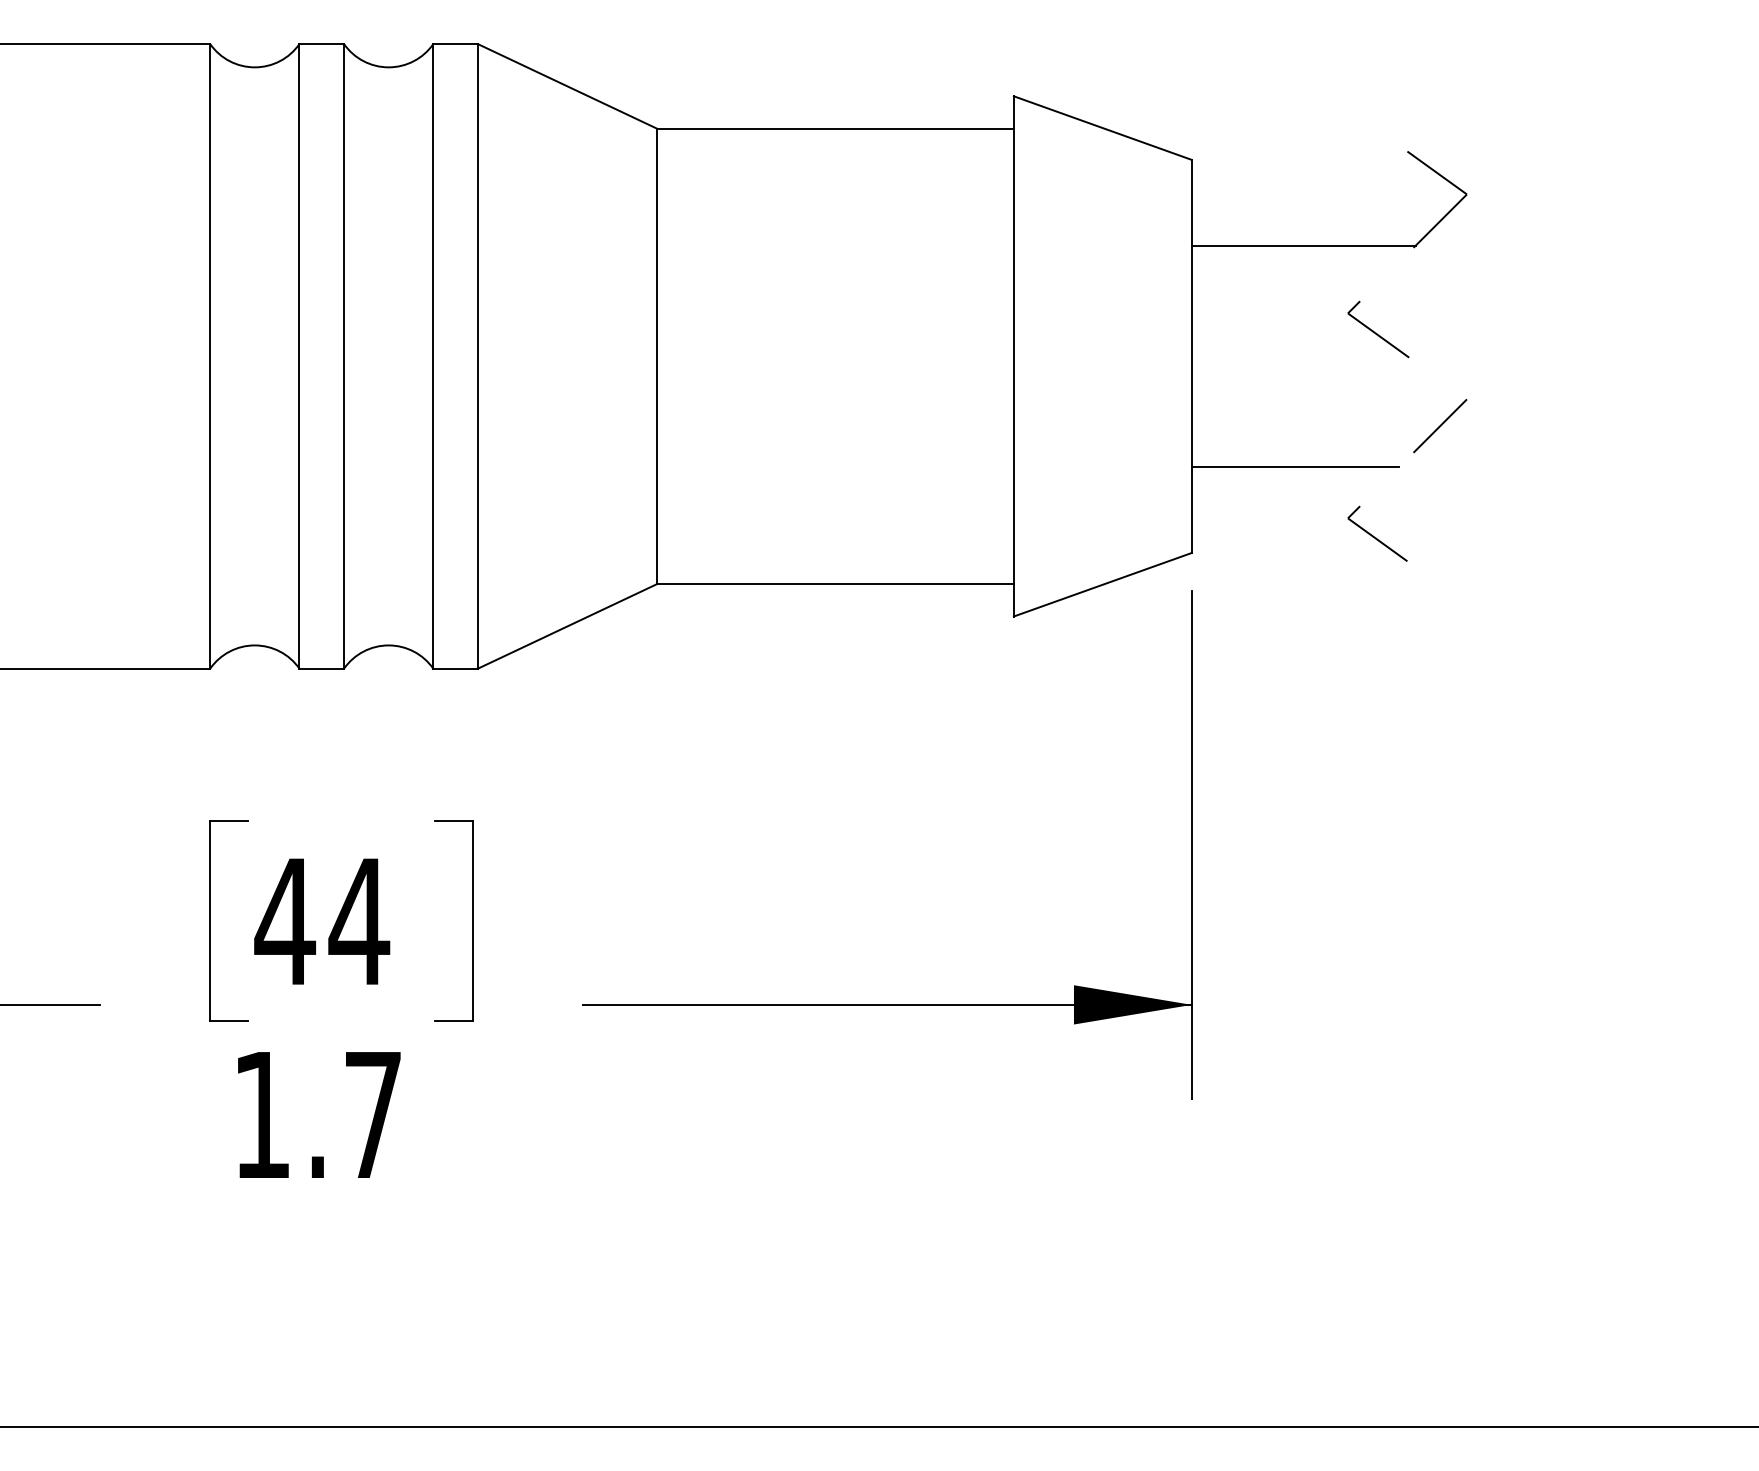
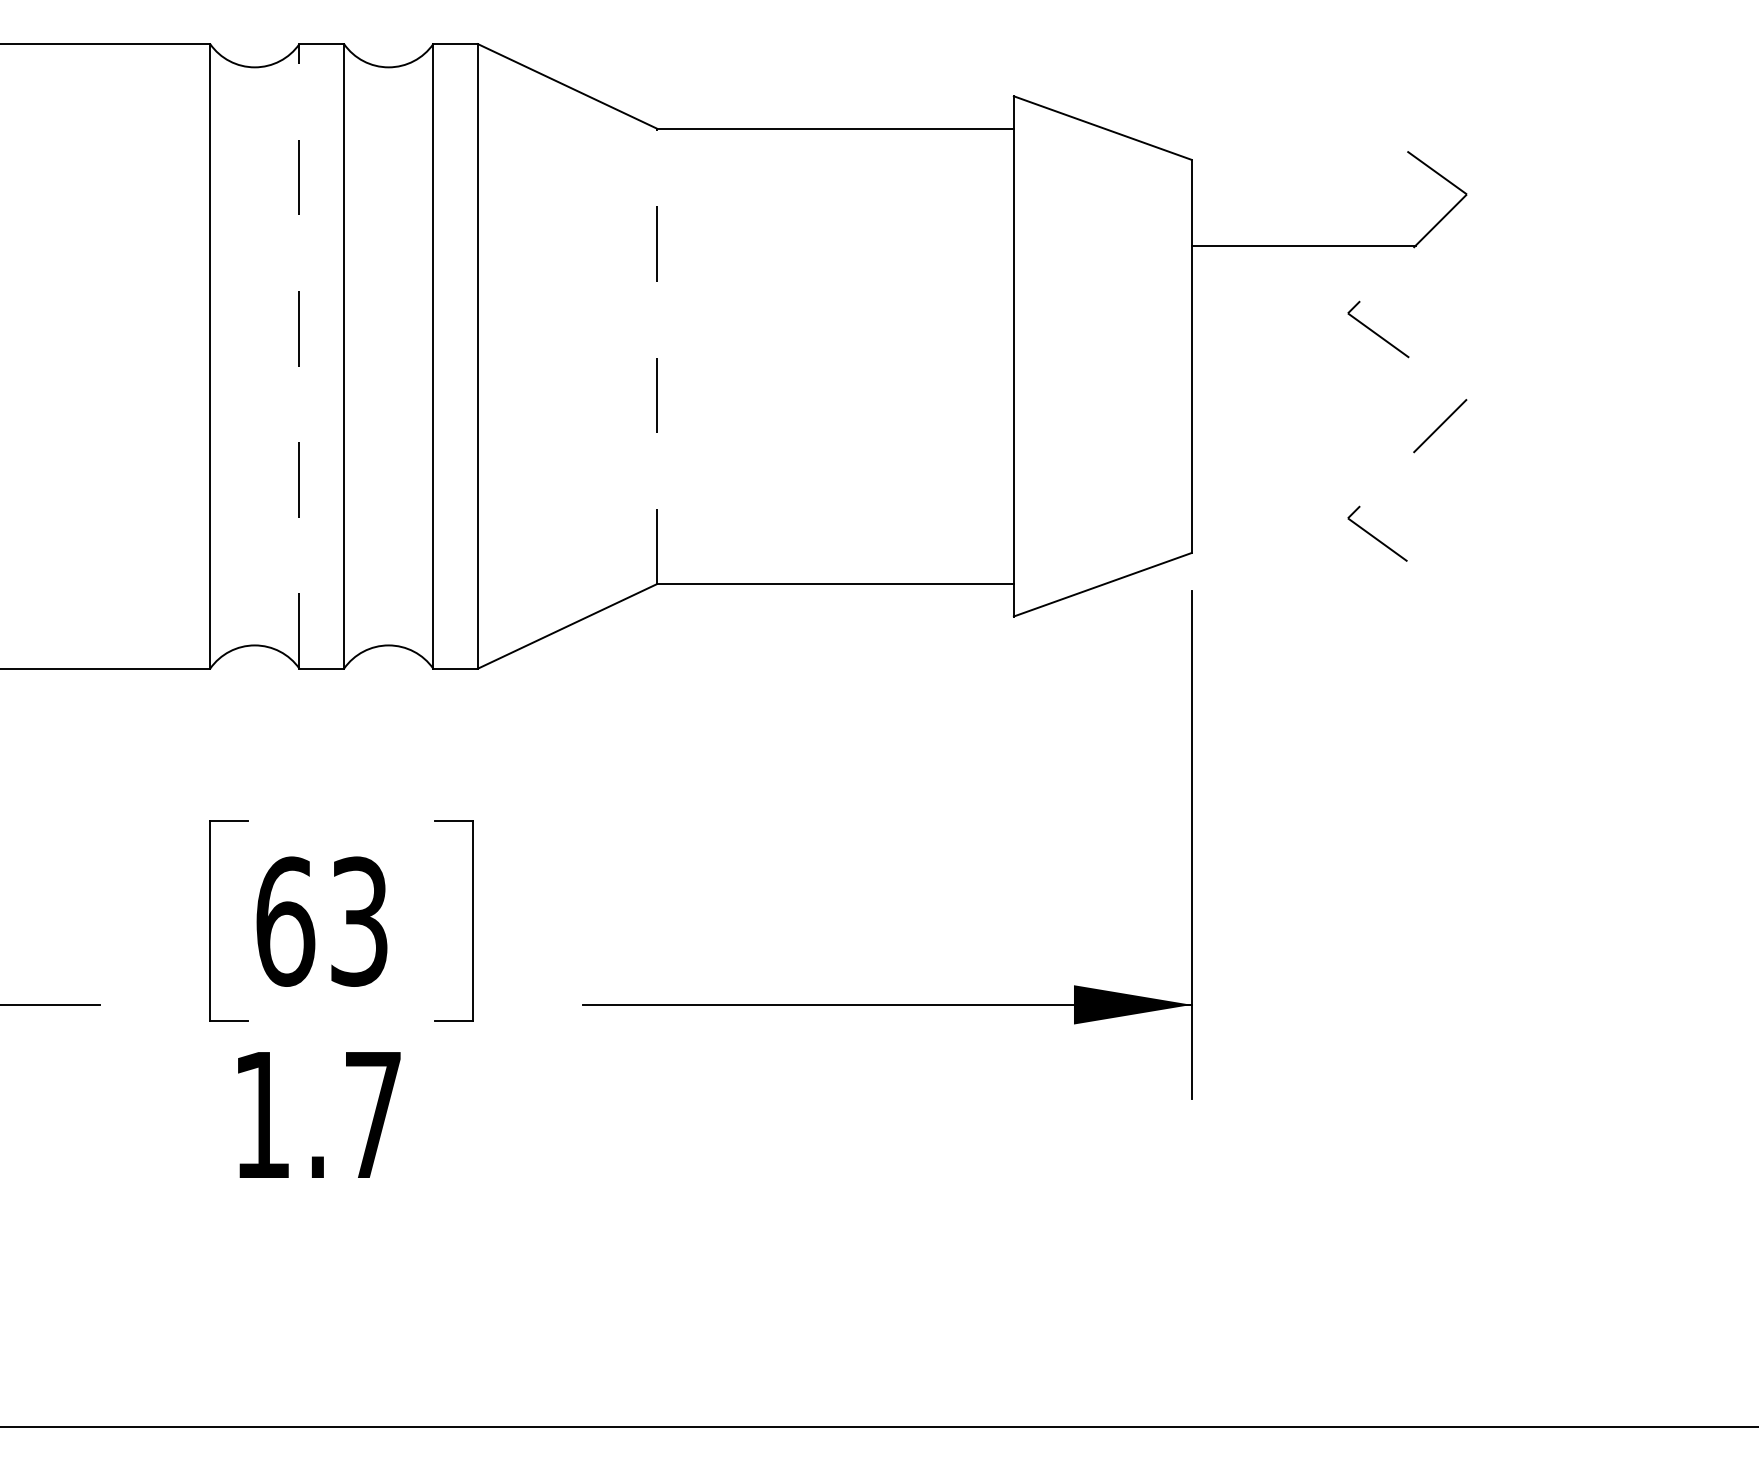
line at (299, 355): solid -> dashed
line at (656, 356): solid -> dashed
line at (1295, 466): present -> none
text at (322, 921): 44 -> 63
